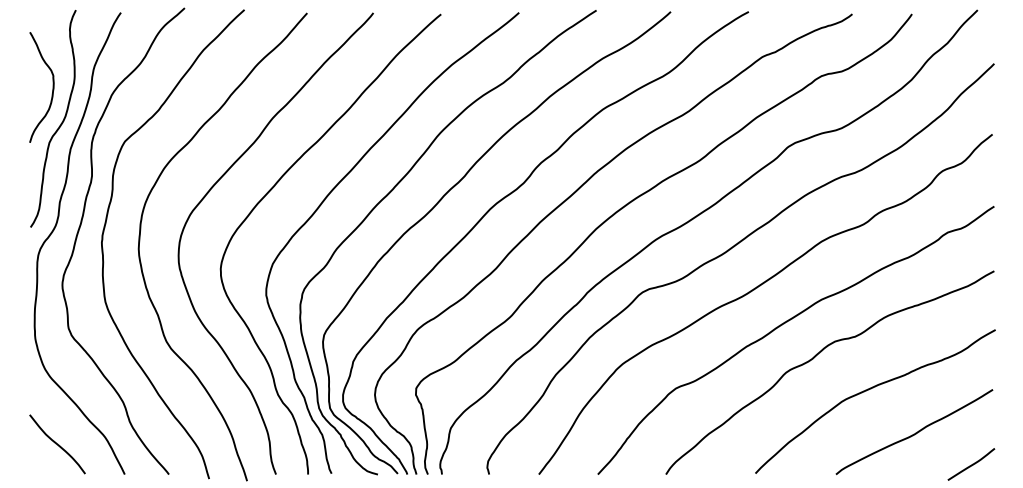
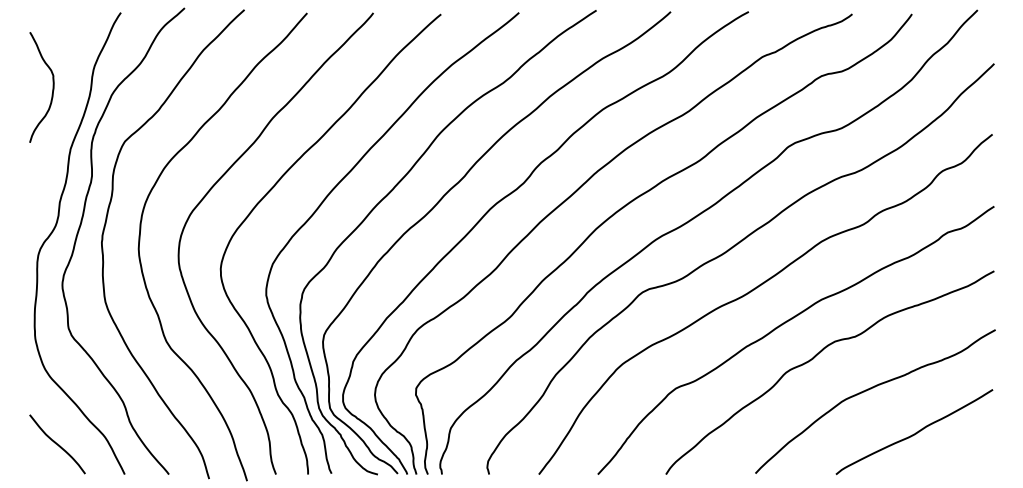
curve at (60, 123): present -> none
curve at (971, 464): present -> none
